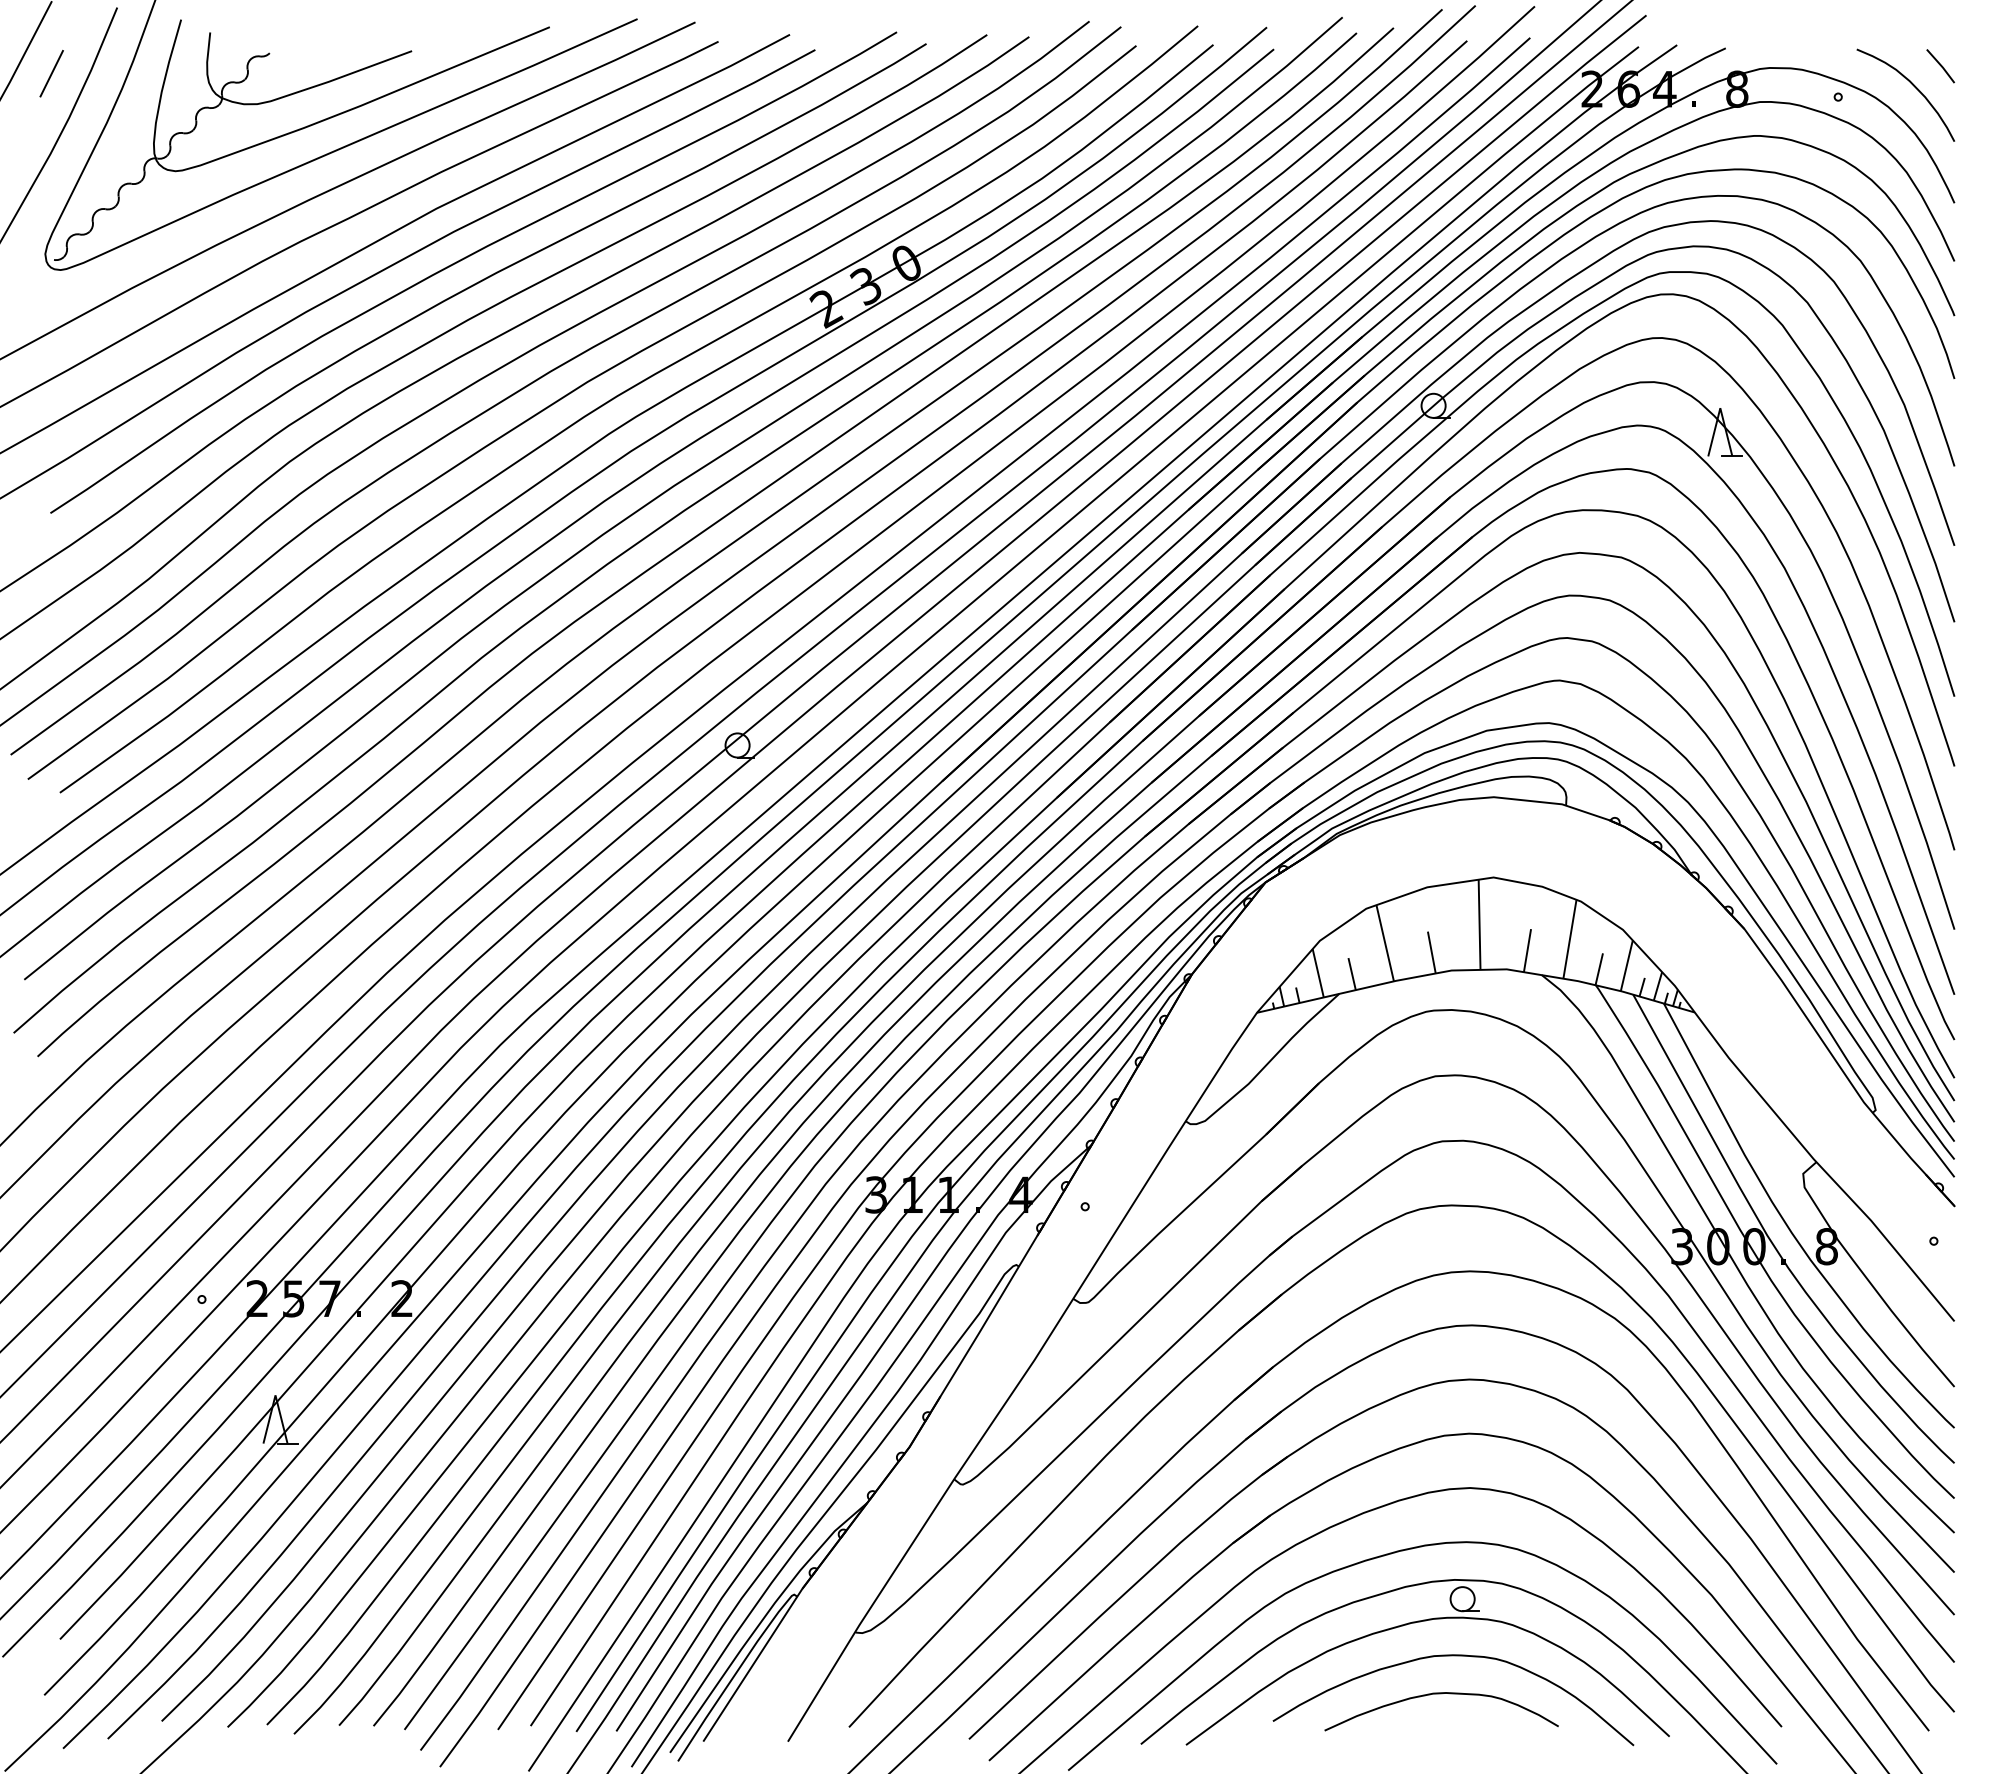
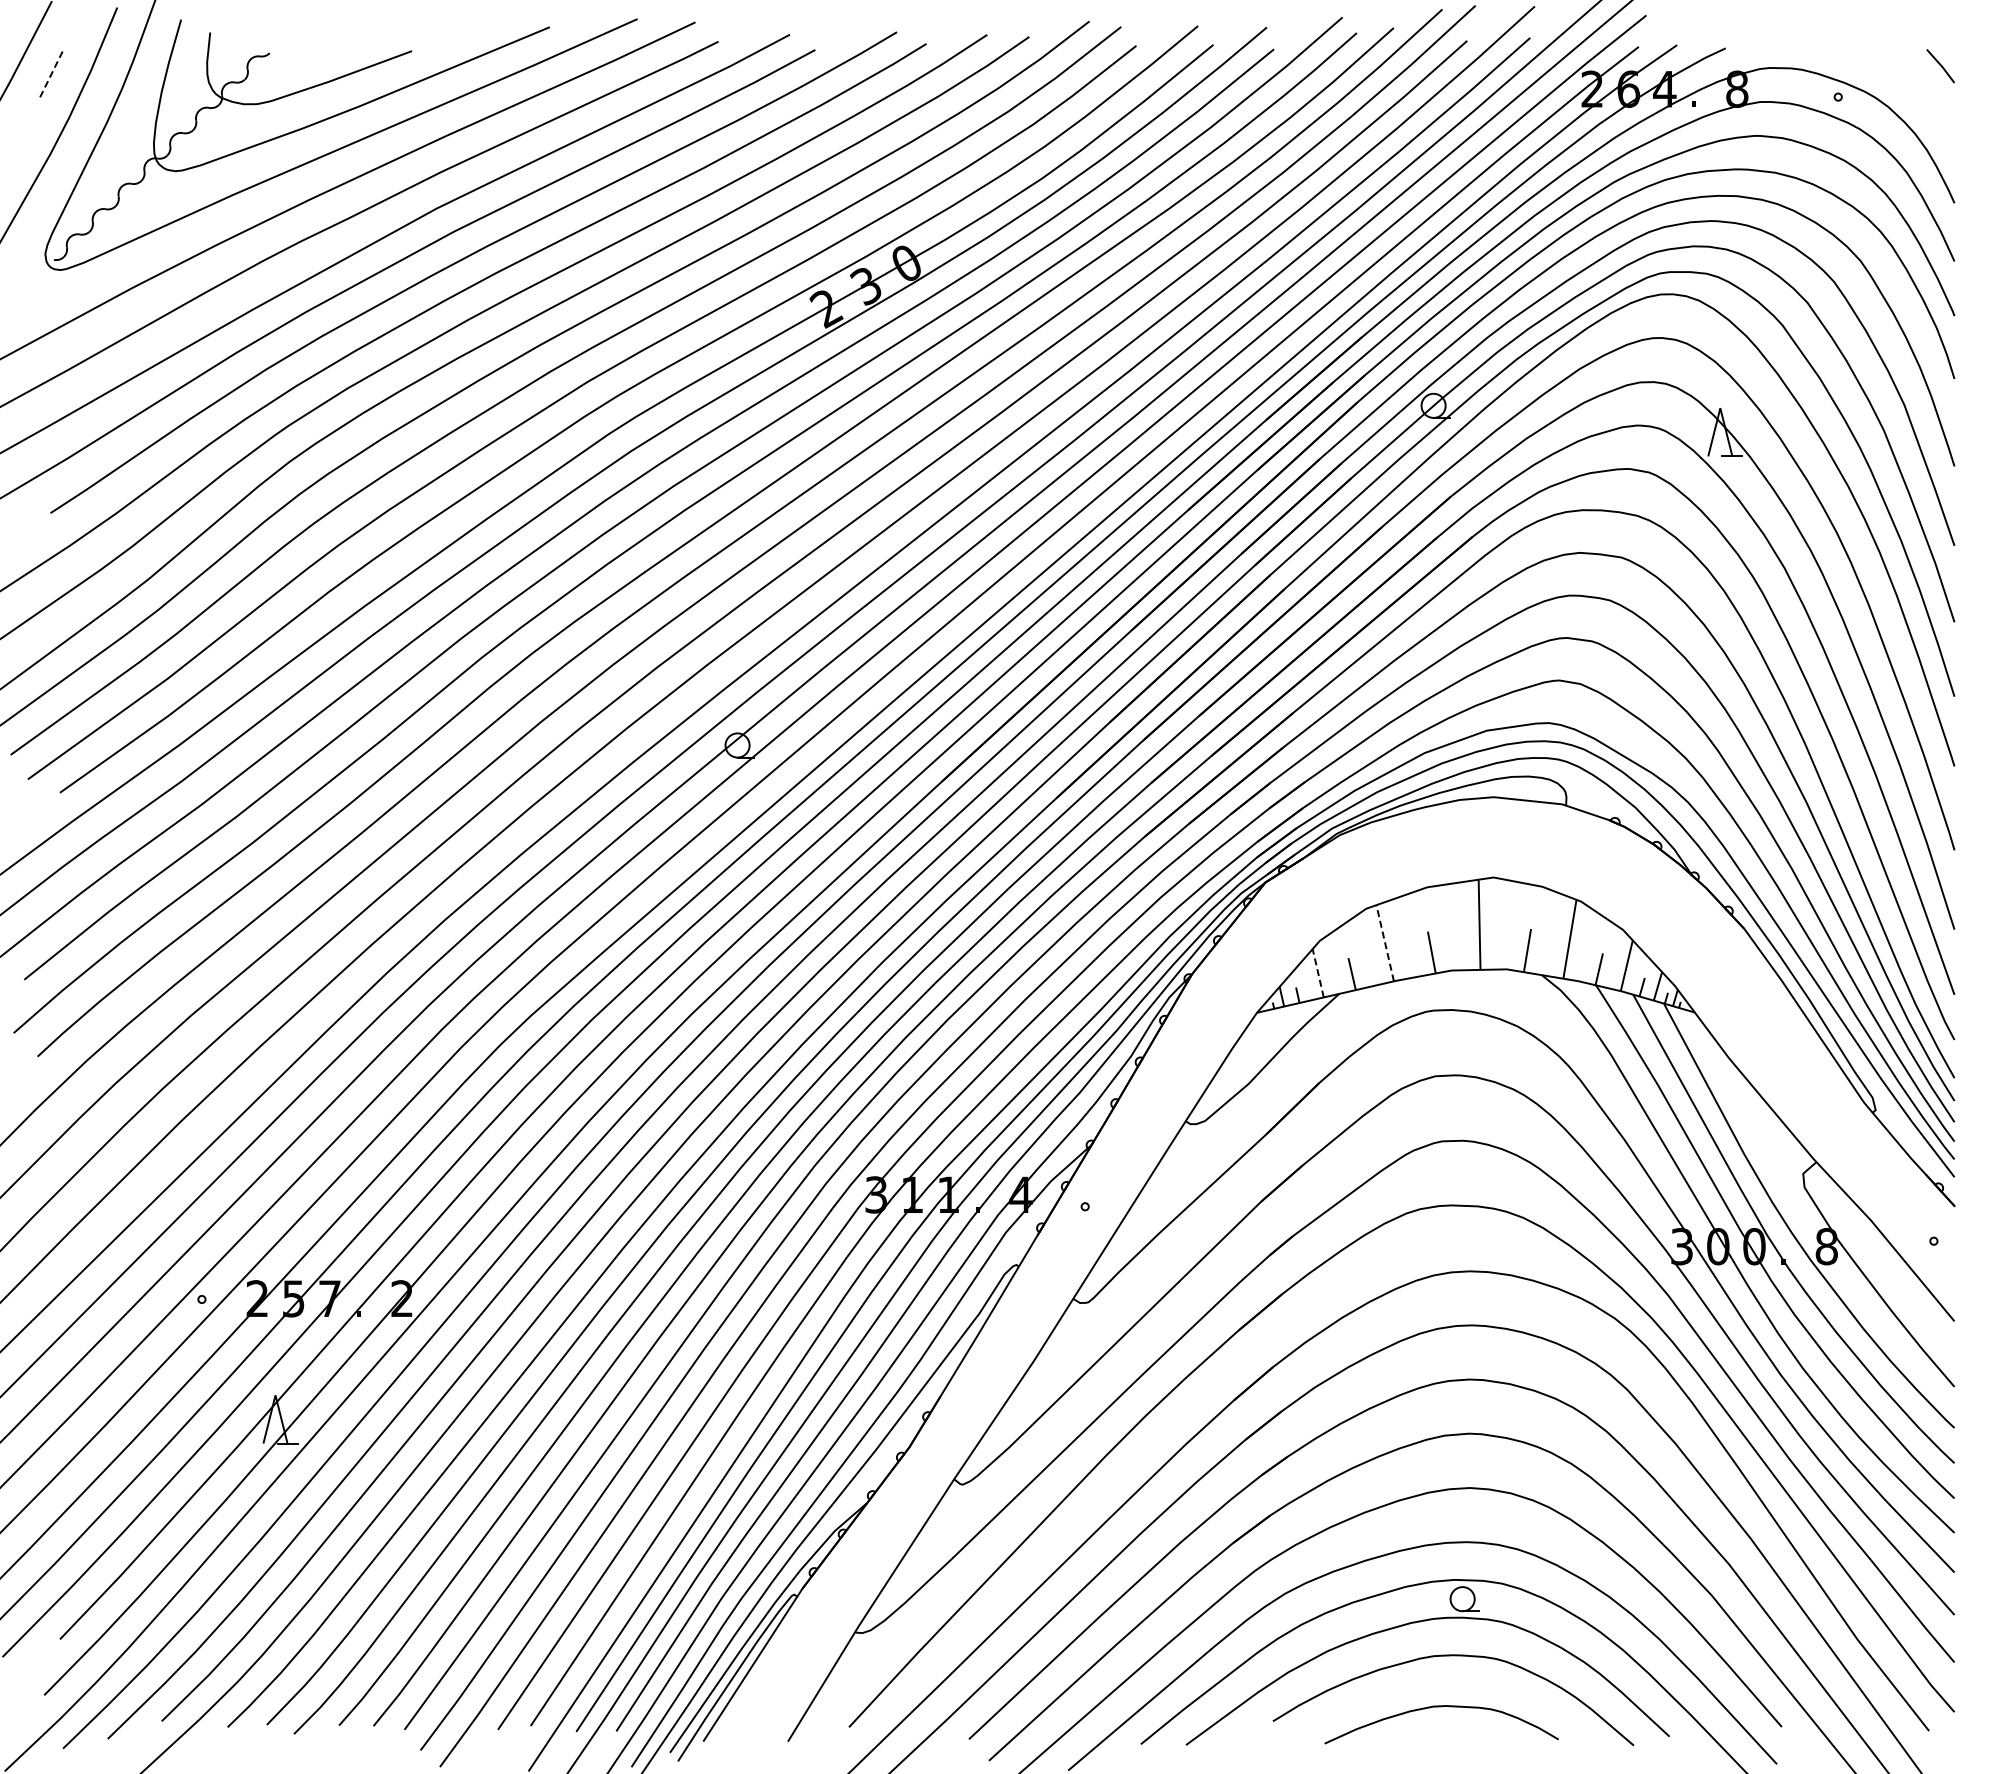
line at (51, 73): solid -> dashed
curve at (1913, 86): present -> none
line at (1385, 942): solid -> dashed
line at (1318, 973): solid -> dashed
curve at (1441, 1694) position: (1441, 1694) -> (1441, 1707)
